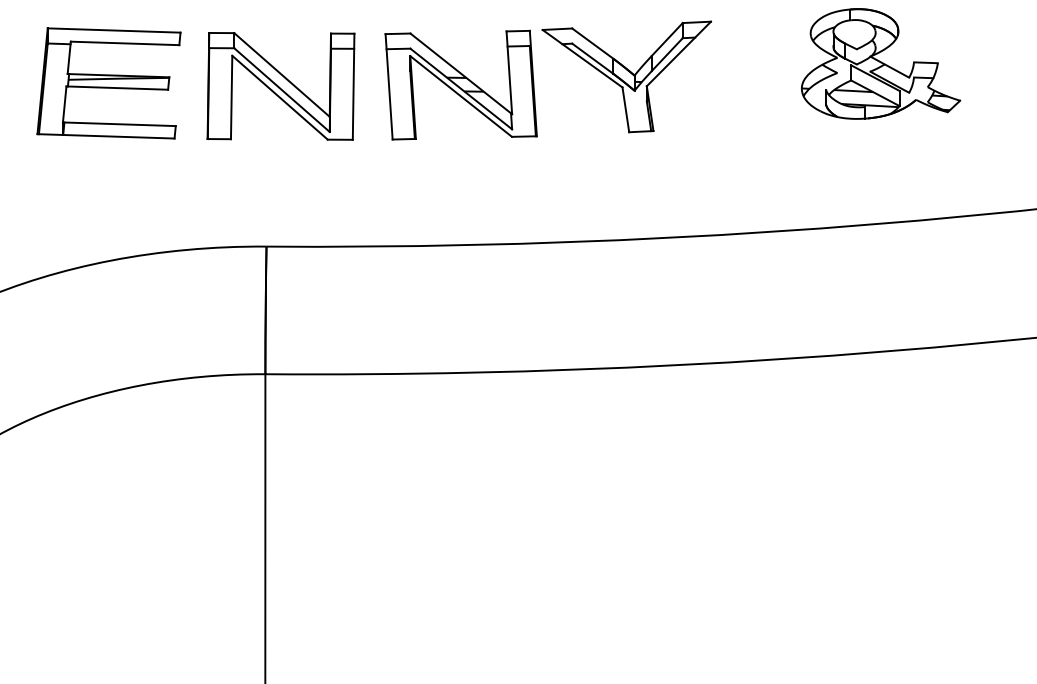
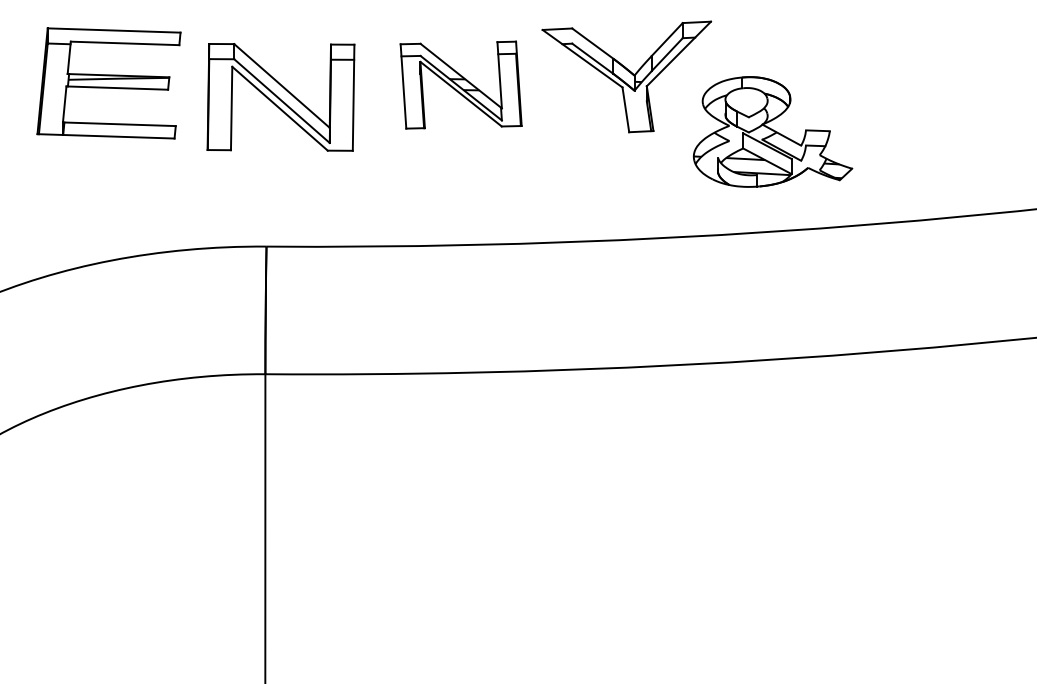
part at (881, 63) position: (881, 63) -> (773, 131)
part at (460, 84) size: 154x112 px -> 124x90 px
part at (280, 86) position: (280, 86) -> (280, 97)
